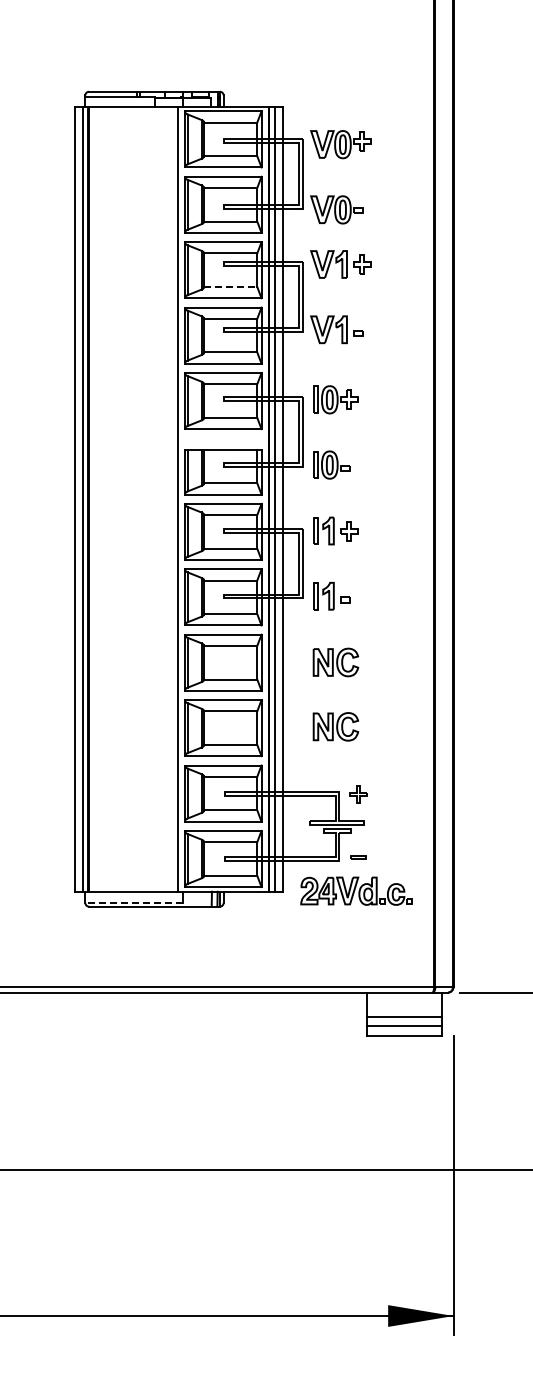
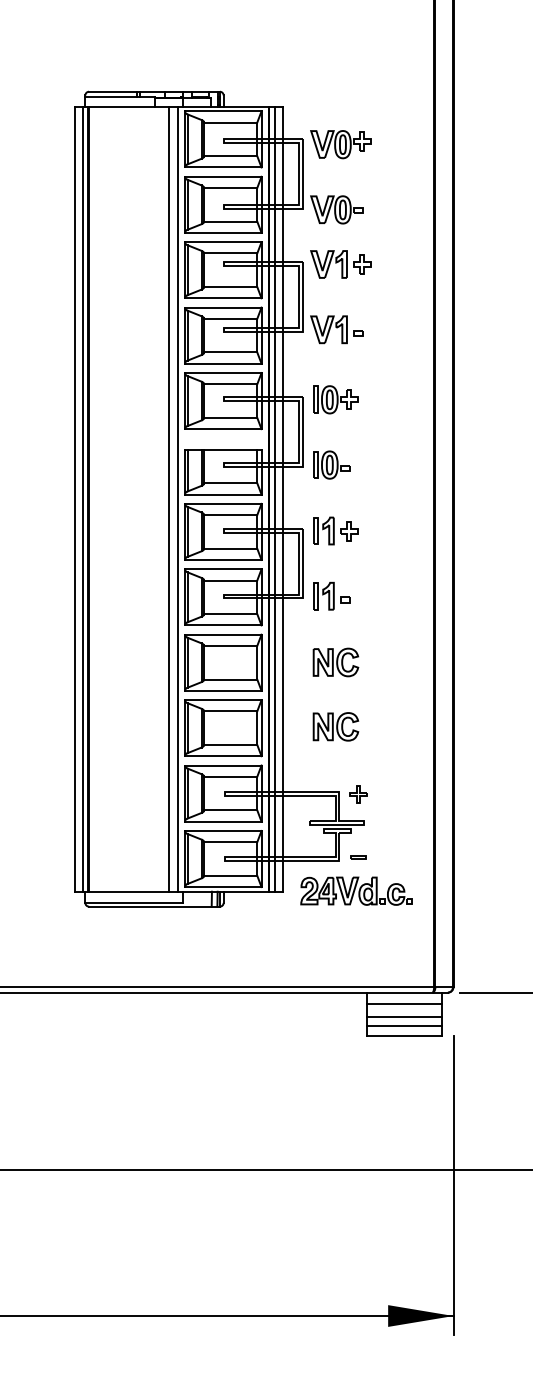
line at (230, 287): dashed -> solid
line at (168, 498): none -> present
line at (133, 902): dashed -> solid
line at (404, 1003): none -> present
